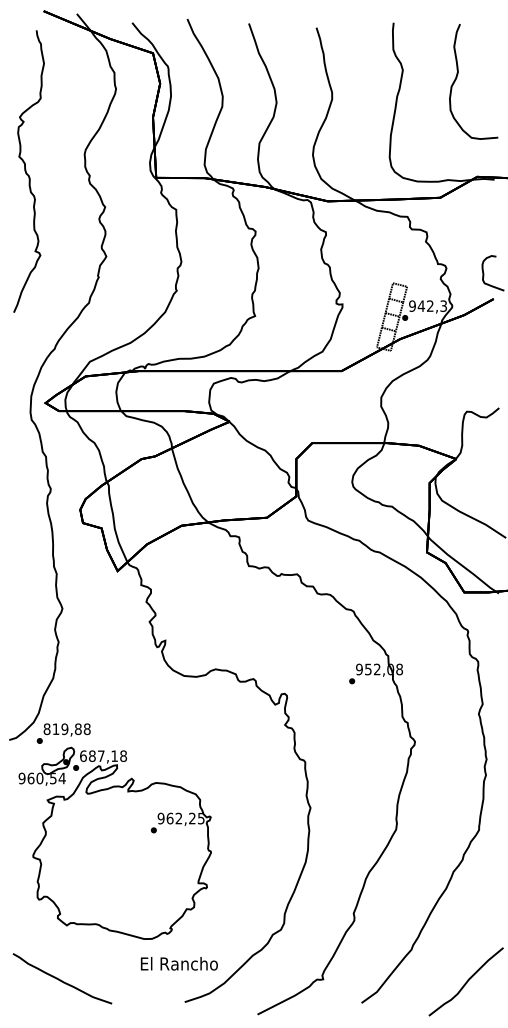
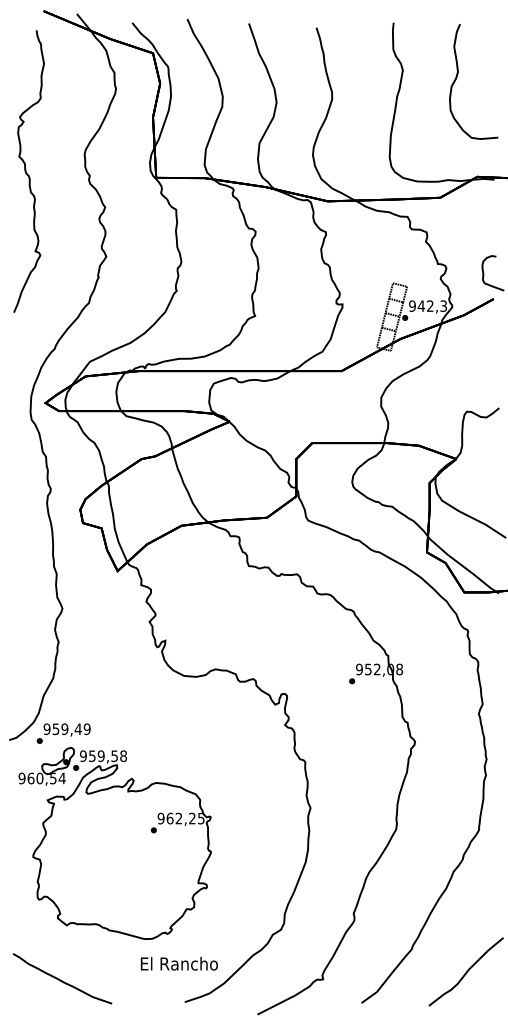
text at (66, 729): 819,88 -> 959,49
text at (98, 756): 687,18 -> 959,58
curve at (466, 981) position: (466, 981) -> (466, 971)
